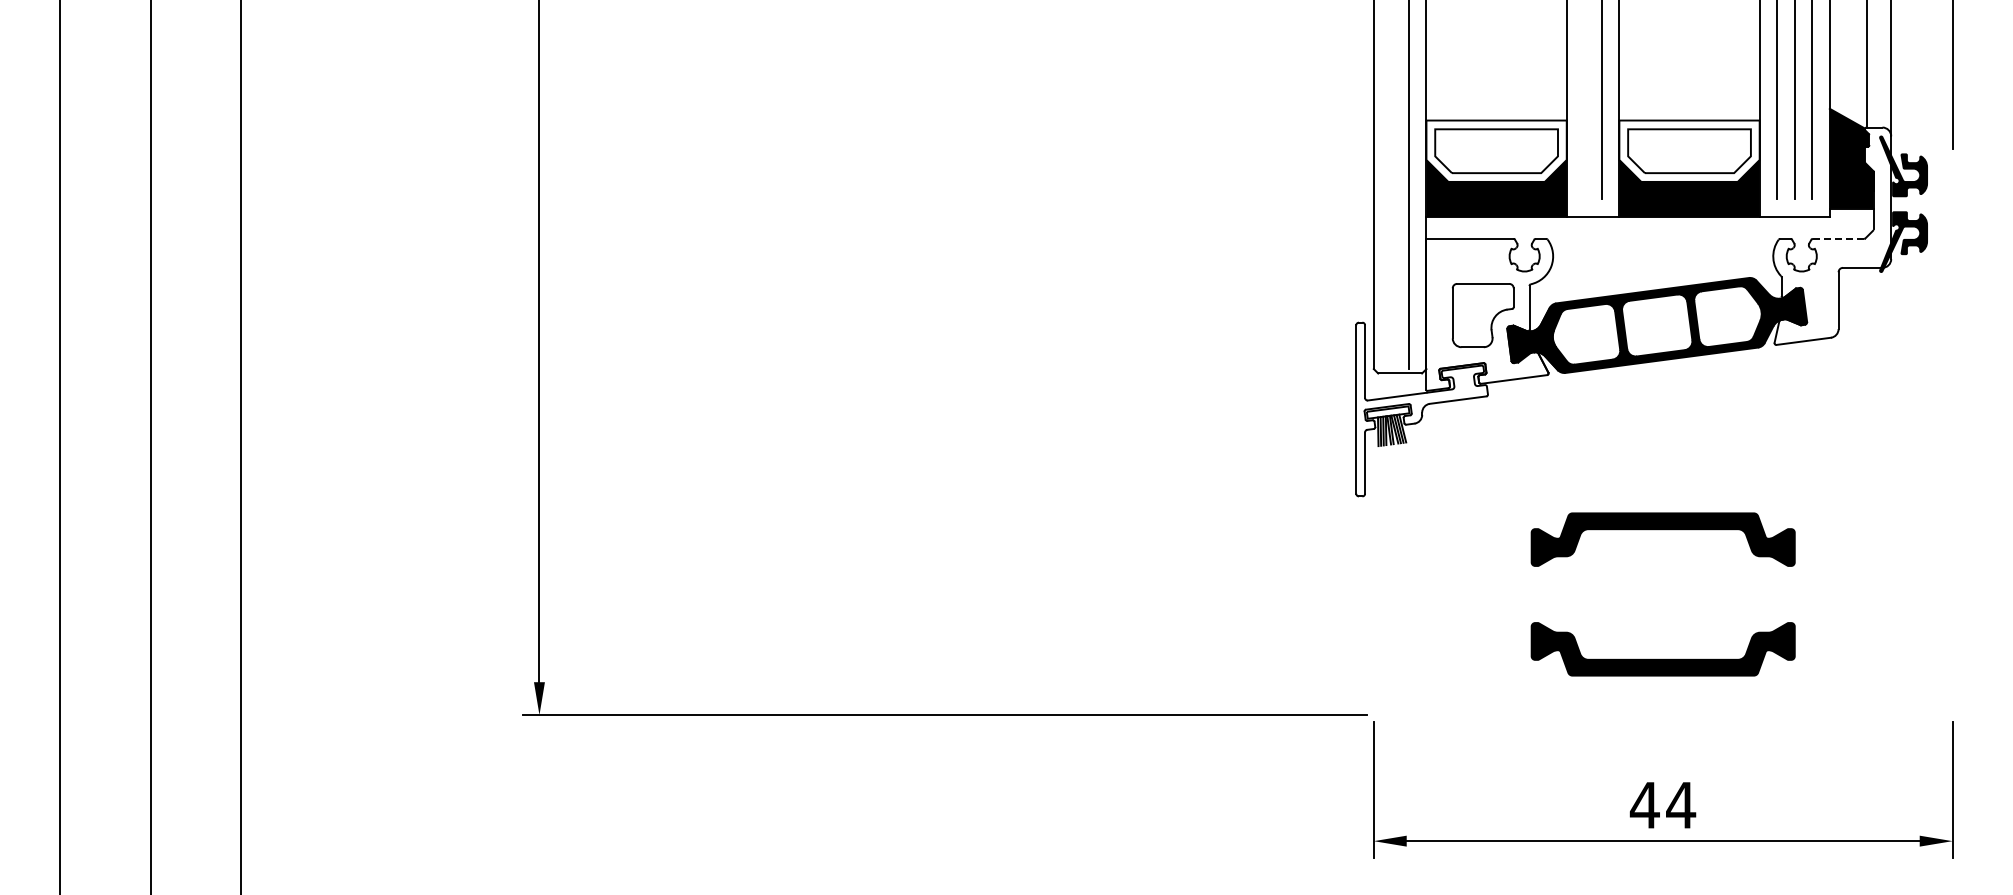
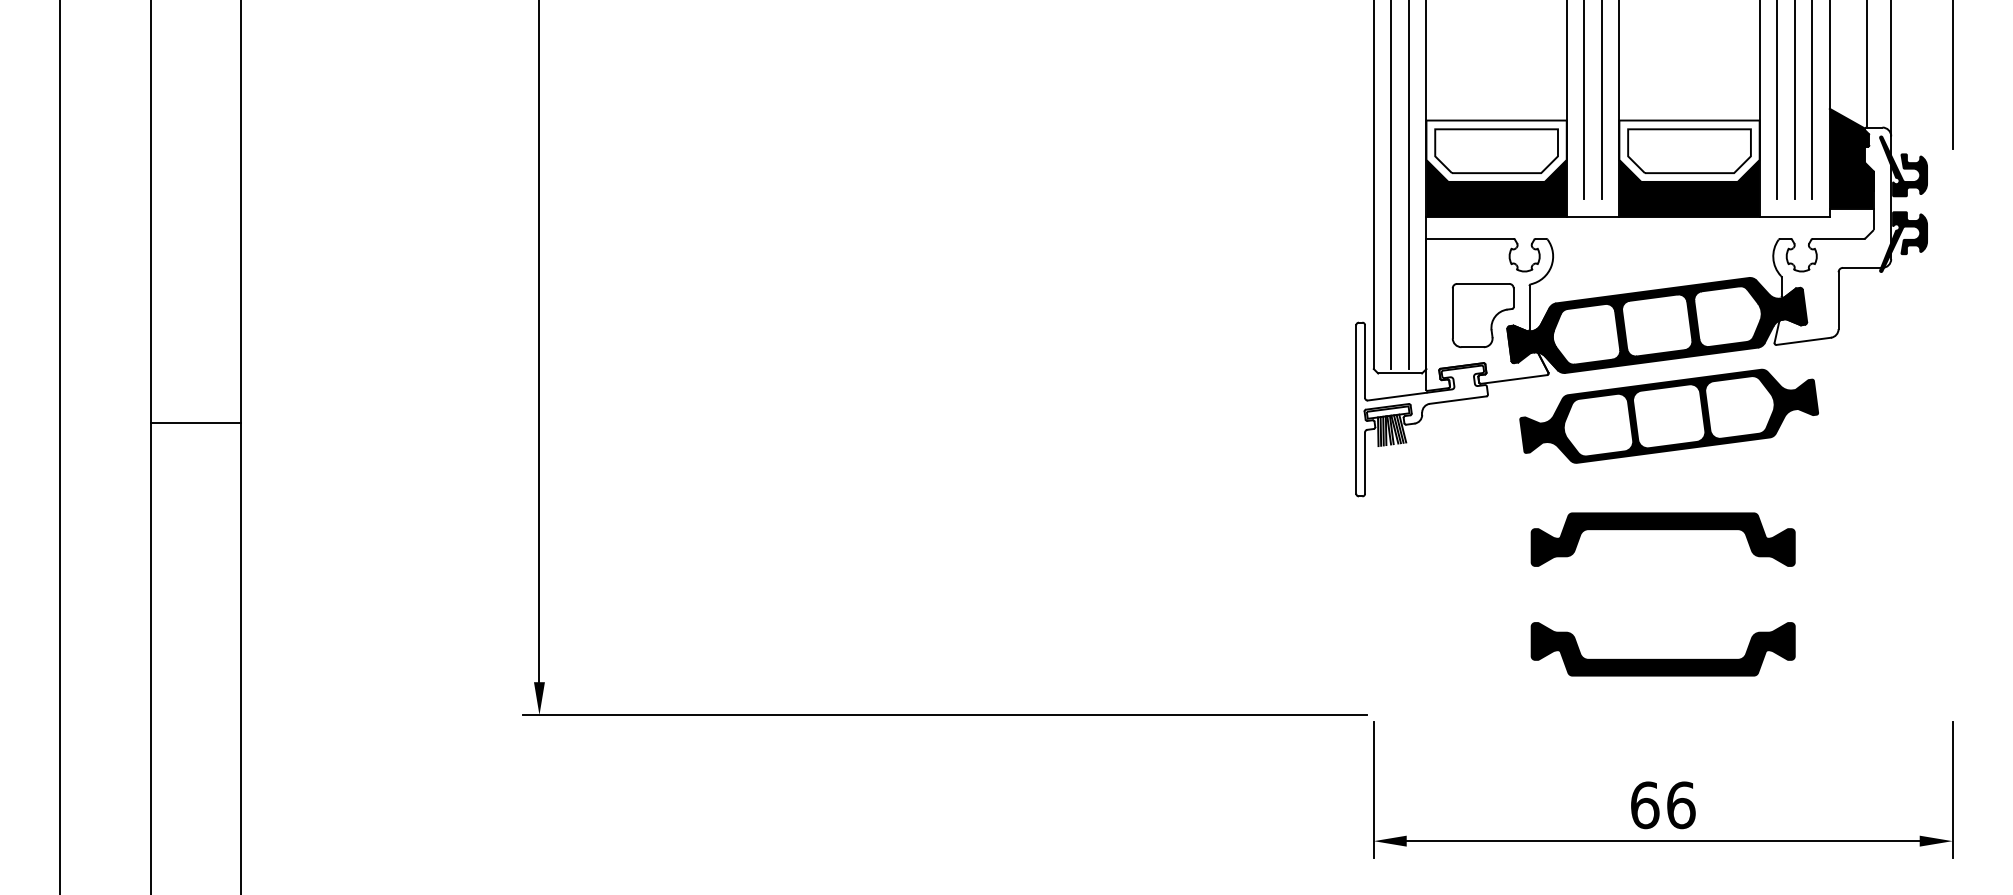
line at (1584, 100): none -> present
line at (1391, 185): none -> present
line at (1838, 238): dashed -> solid
part at (1668, 415): none -> present
line at (195, 423): none -> present
text at (1662, 805): 44 -> 66
